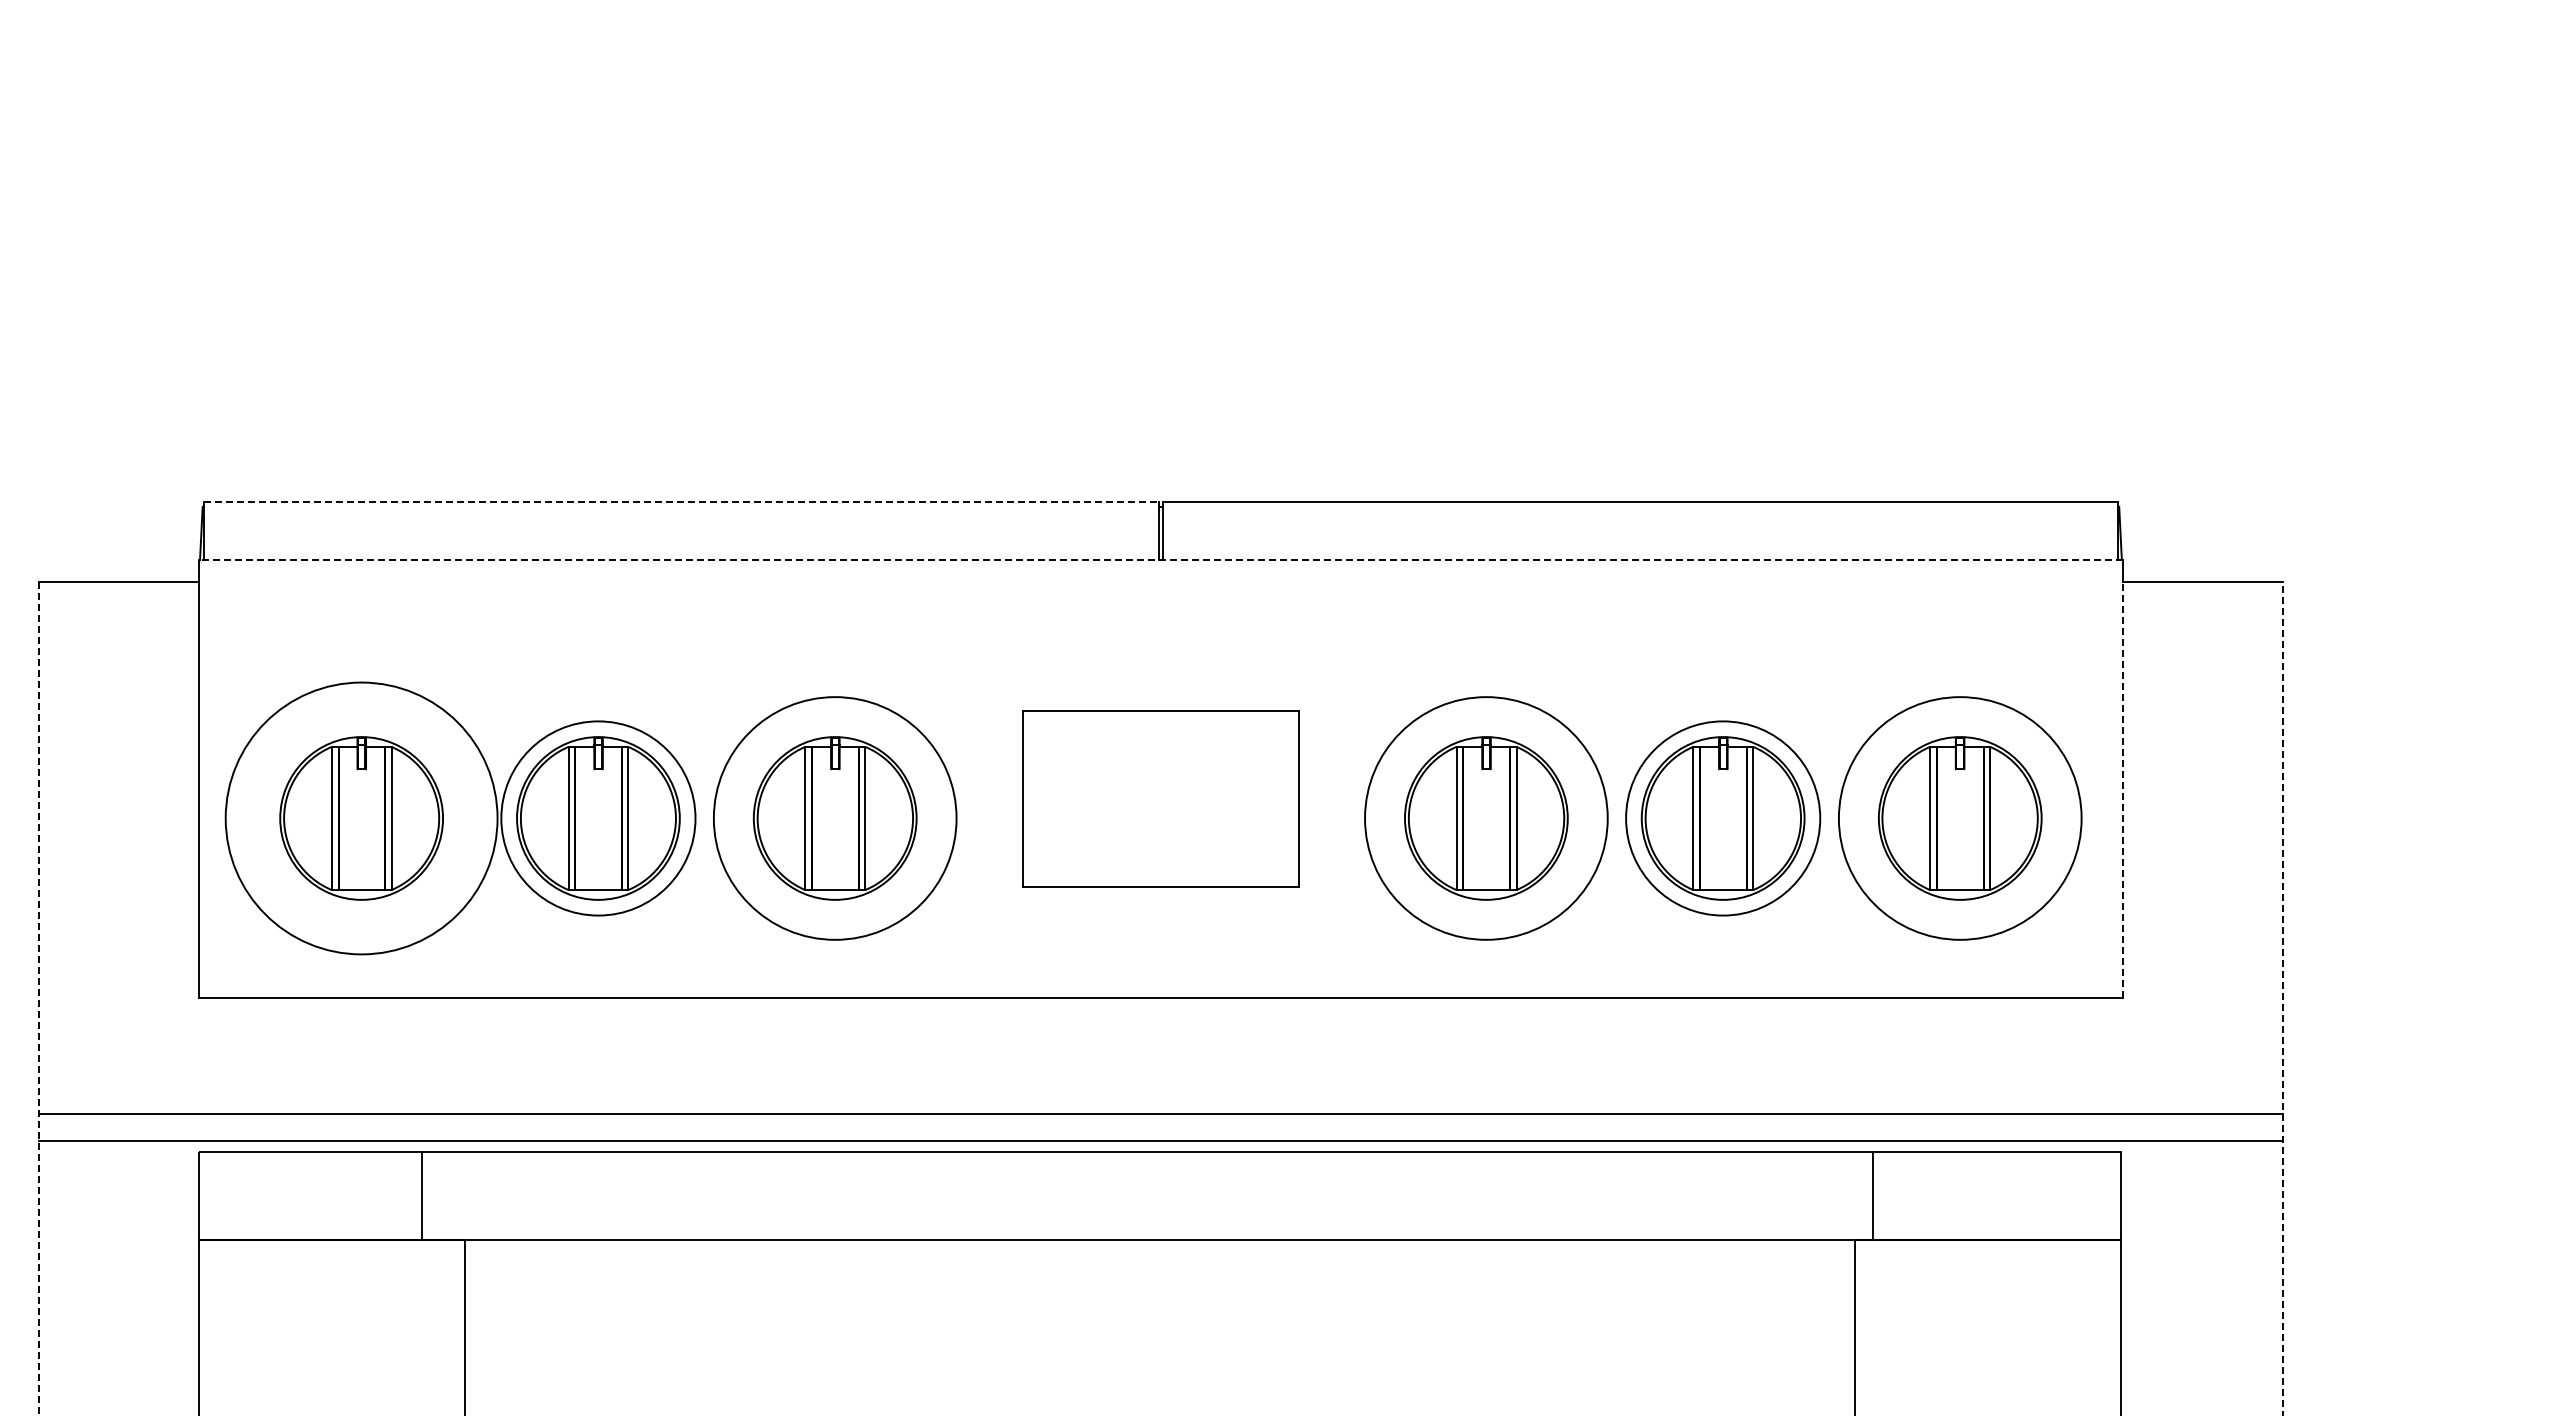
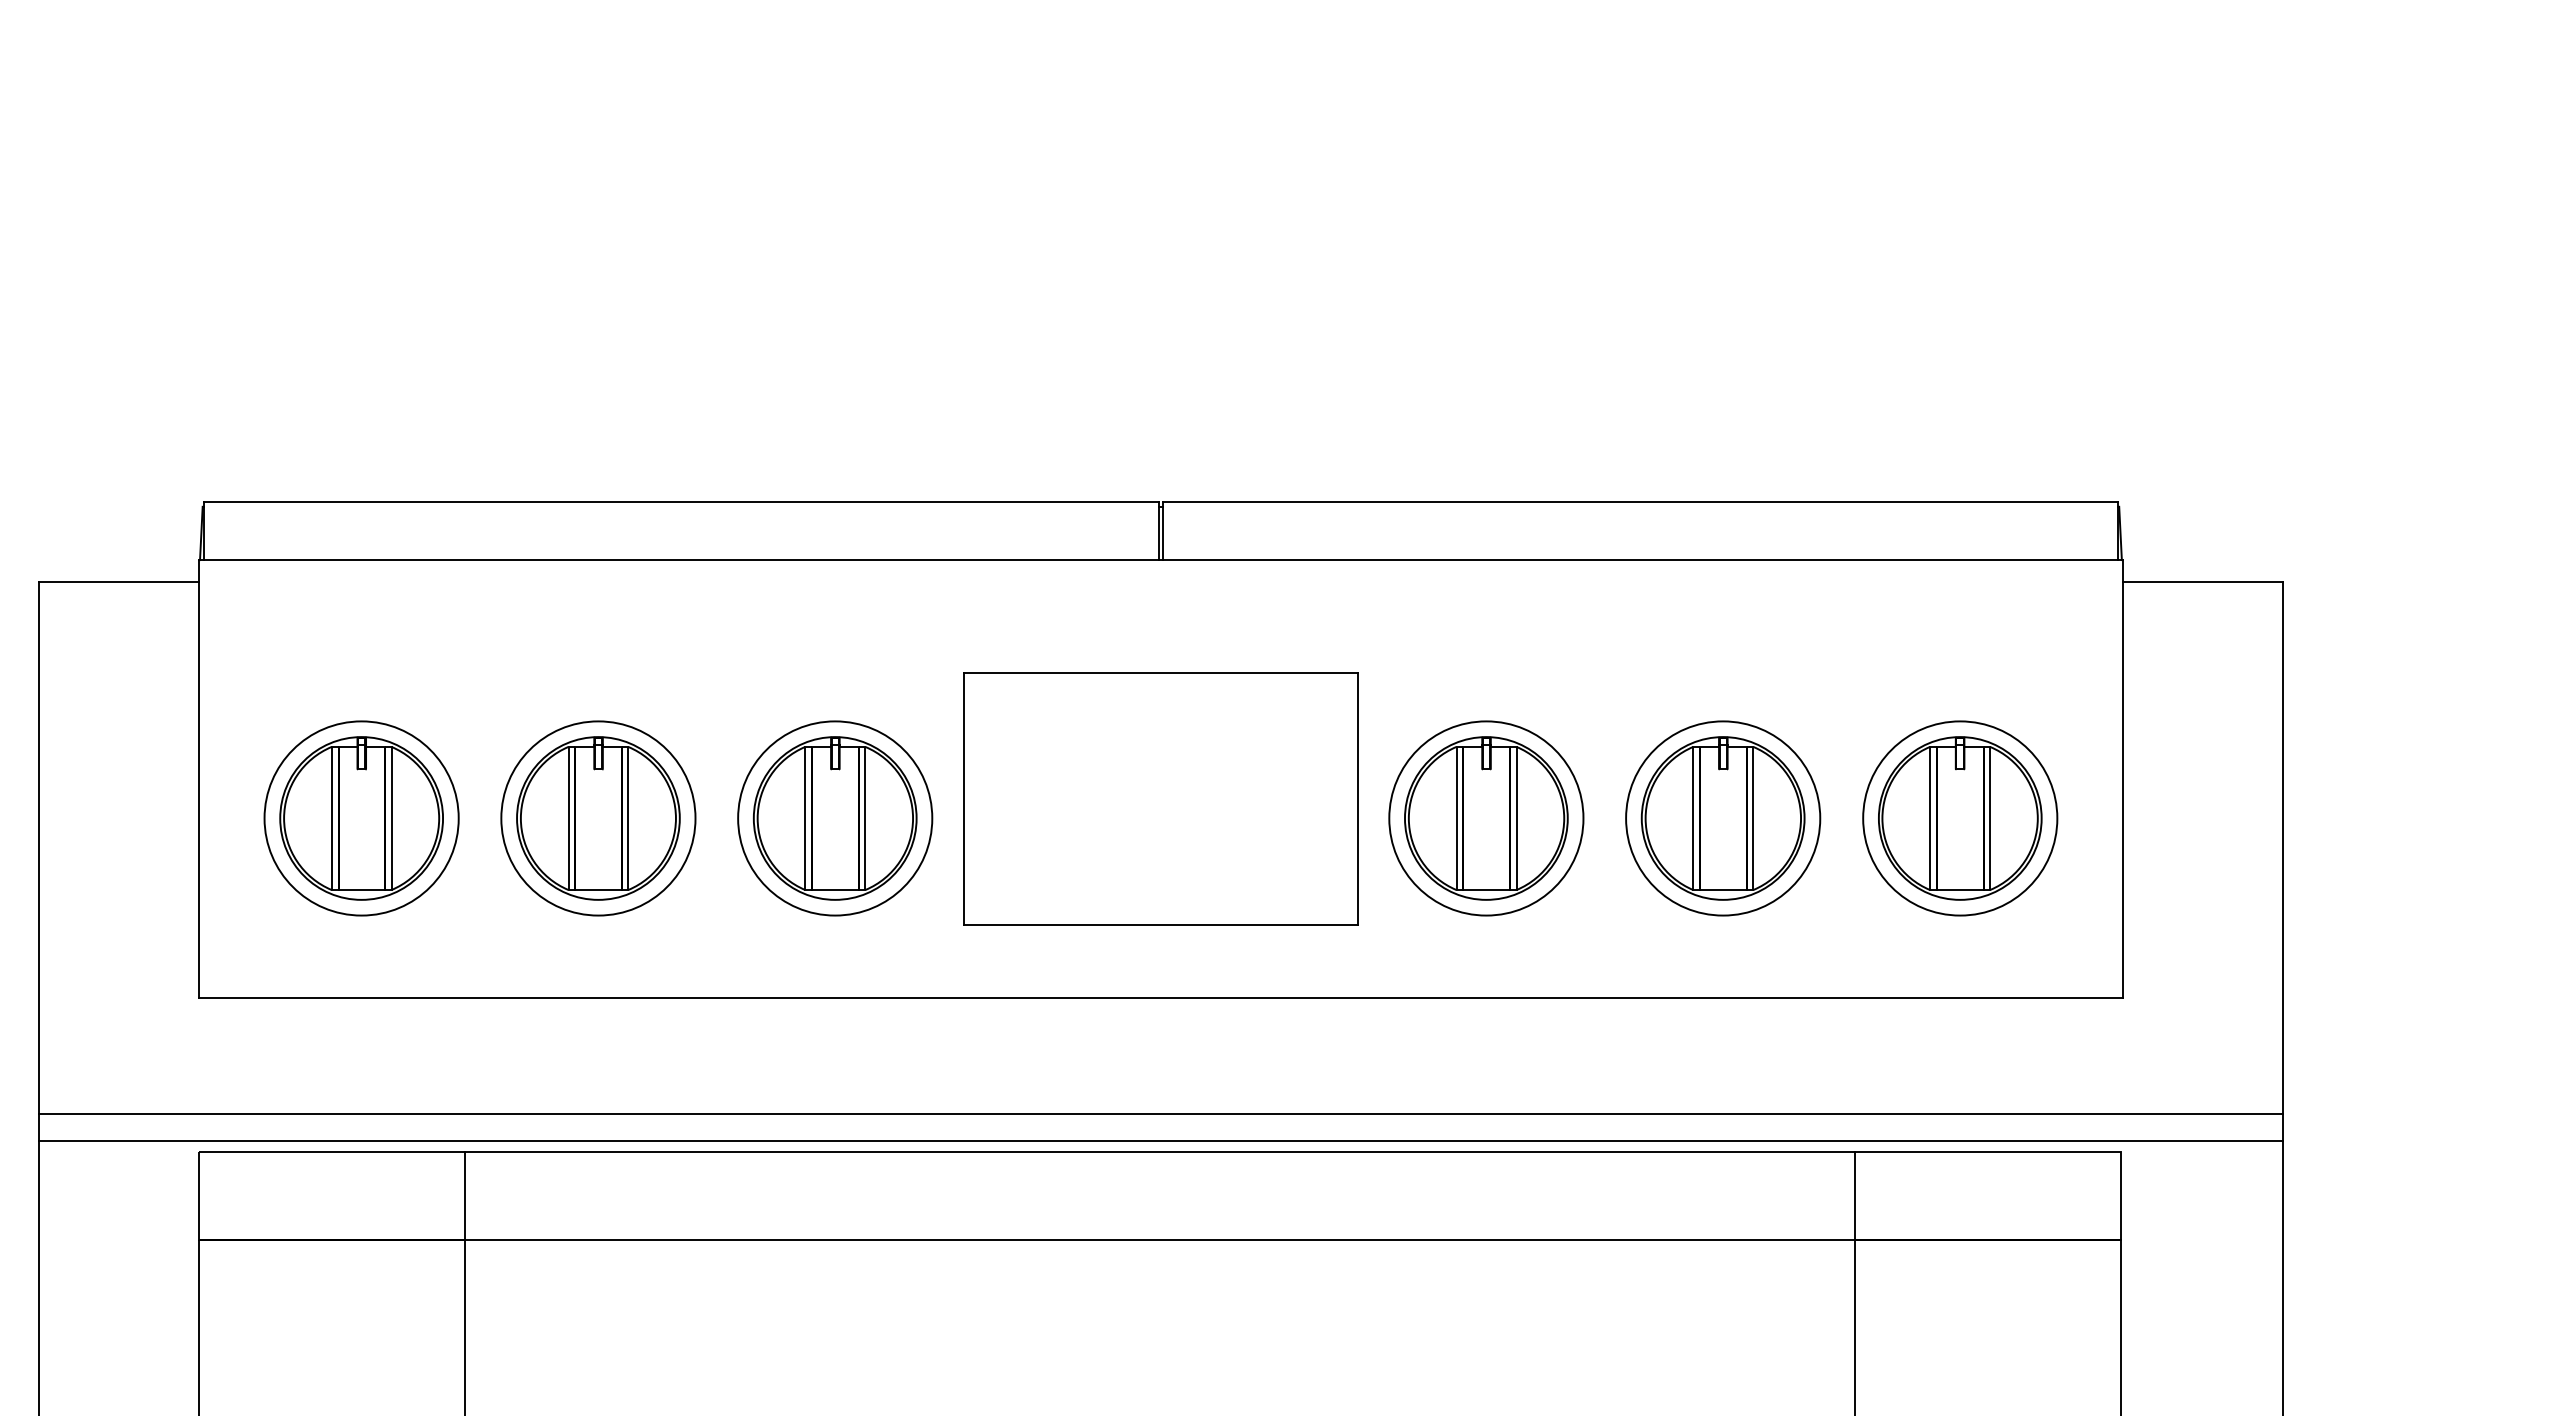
line at (681, 502): dashed -> solid
line at (1160, 560): dashed -> solid
line at (2122, 789): dashed -> solid
part at (1160, 798) size: 278x178 px -> 396x254 px
circle at (361, 818) diameter: 272 px -> 194 px
circle at (834, 818) diameter: 243 px -> 194 px
circle at (1486, 818) diameter: 243 px -> 194 px
circle at (1959, 818) diameter: 243 px -> 194 px
line at (39, 998): dashed -> solid
line at (2282, 998): dashed -> solid
line at (422, 1195) position: (422, 1195) -> (465, 1195)
line at (1872, 1195) position: (1872, 1195) -> (1854, 1195)
